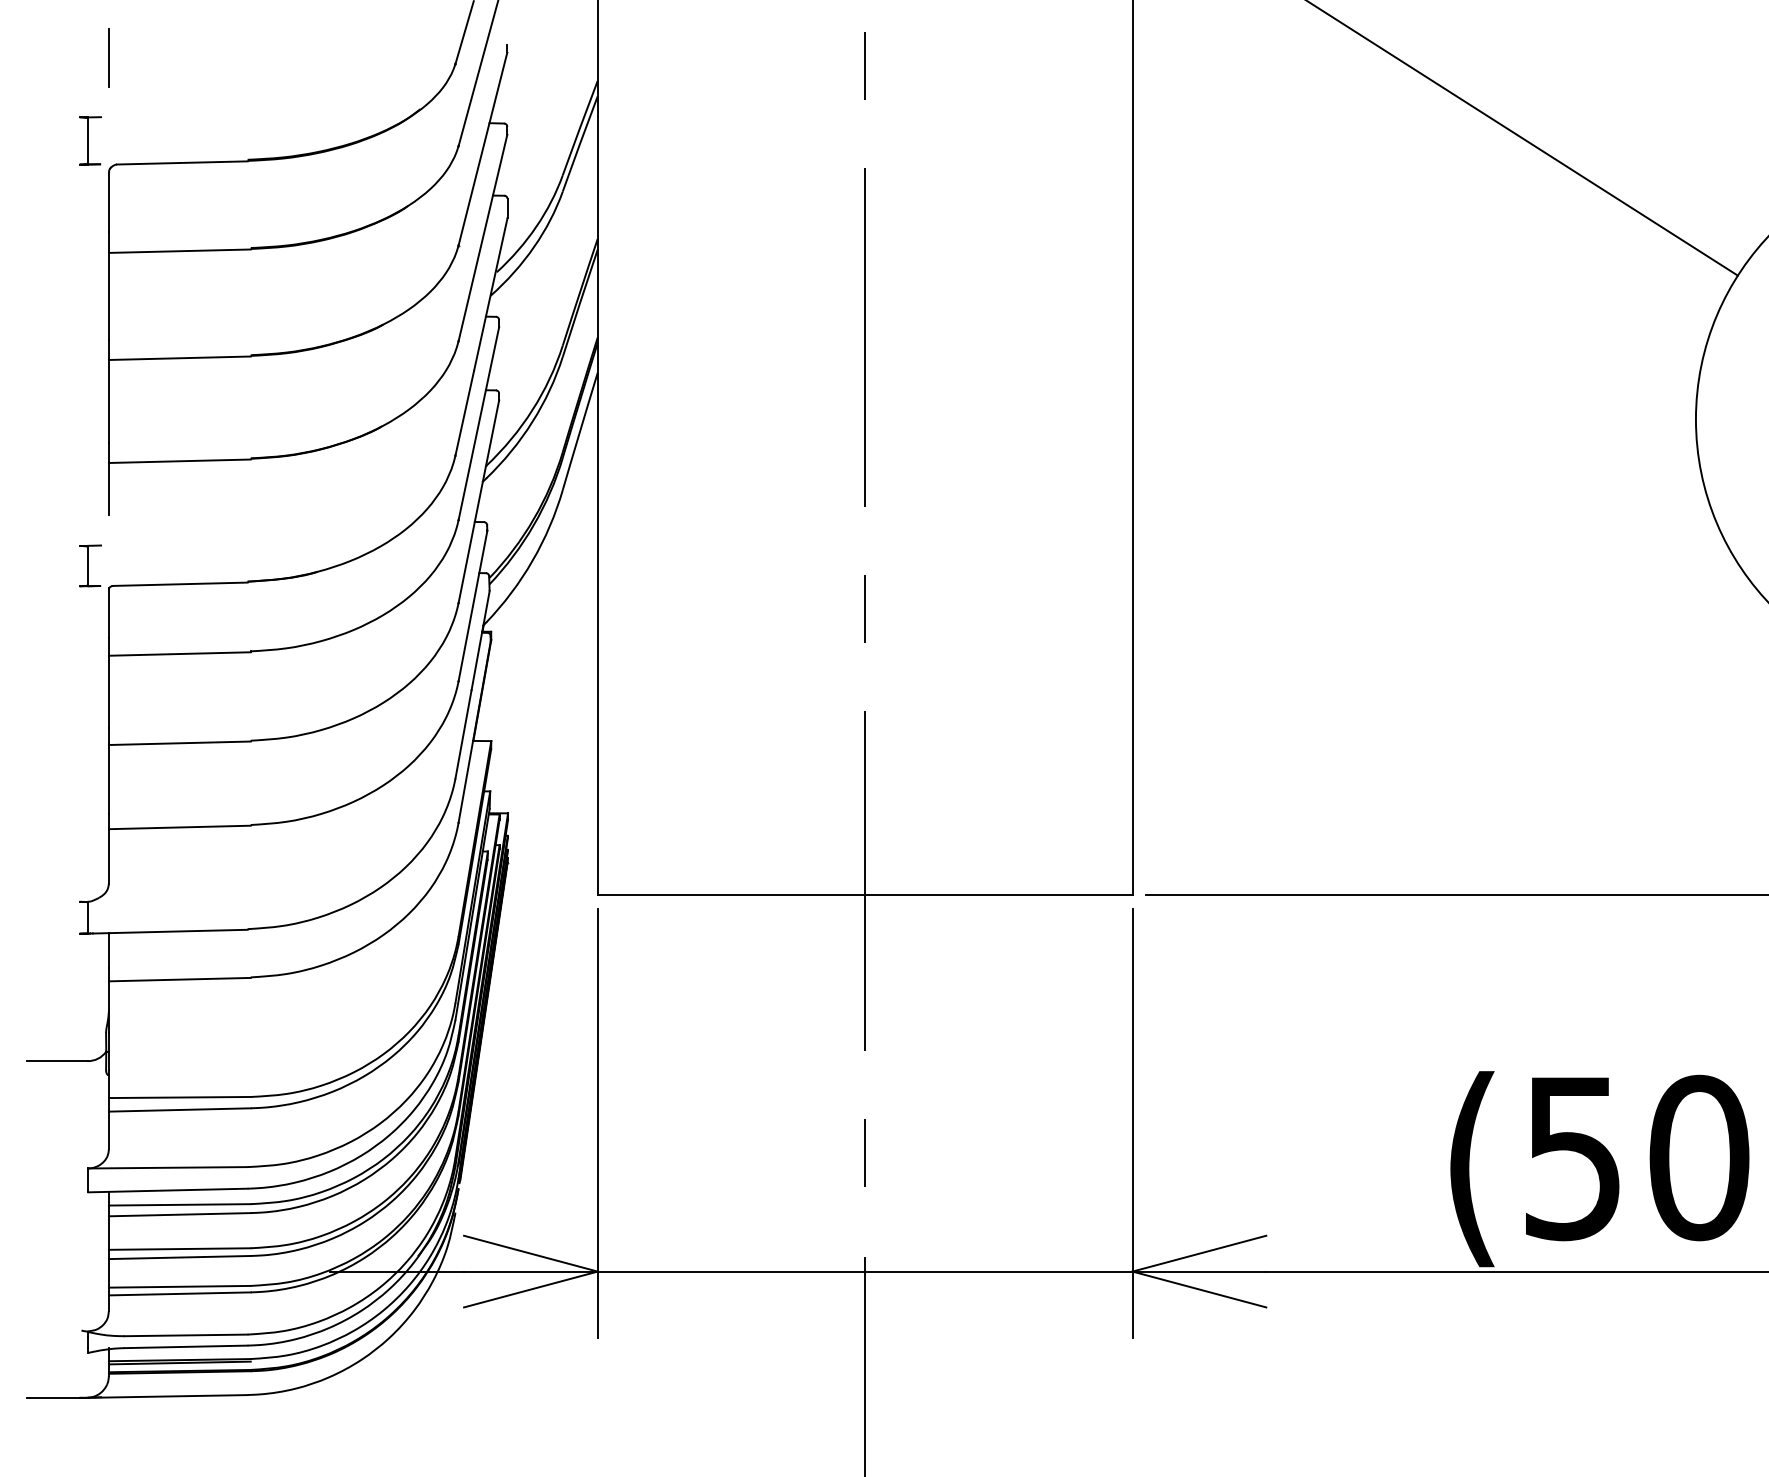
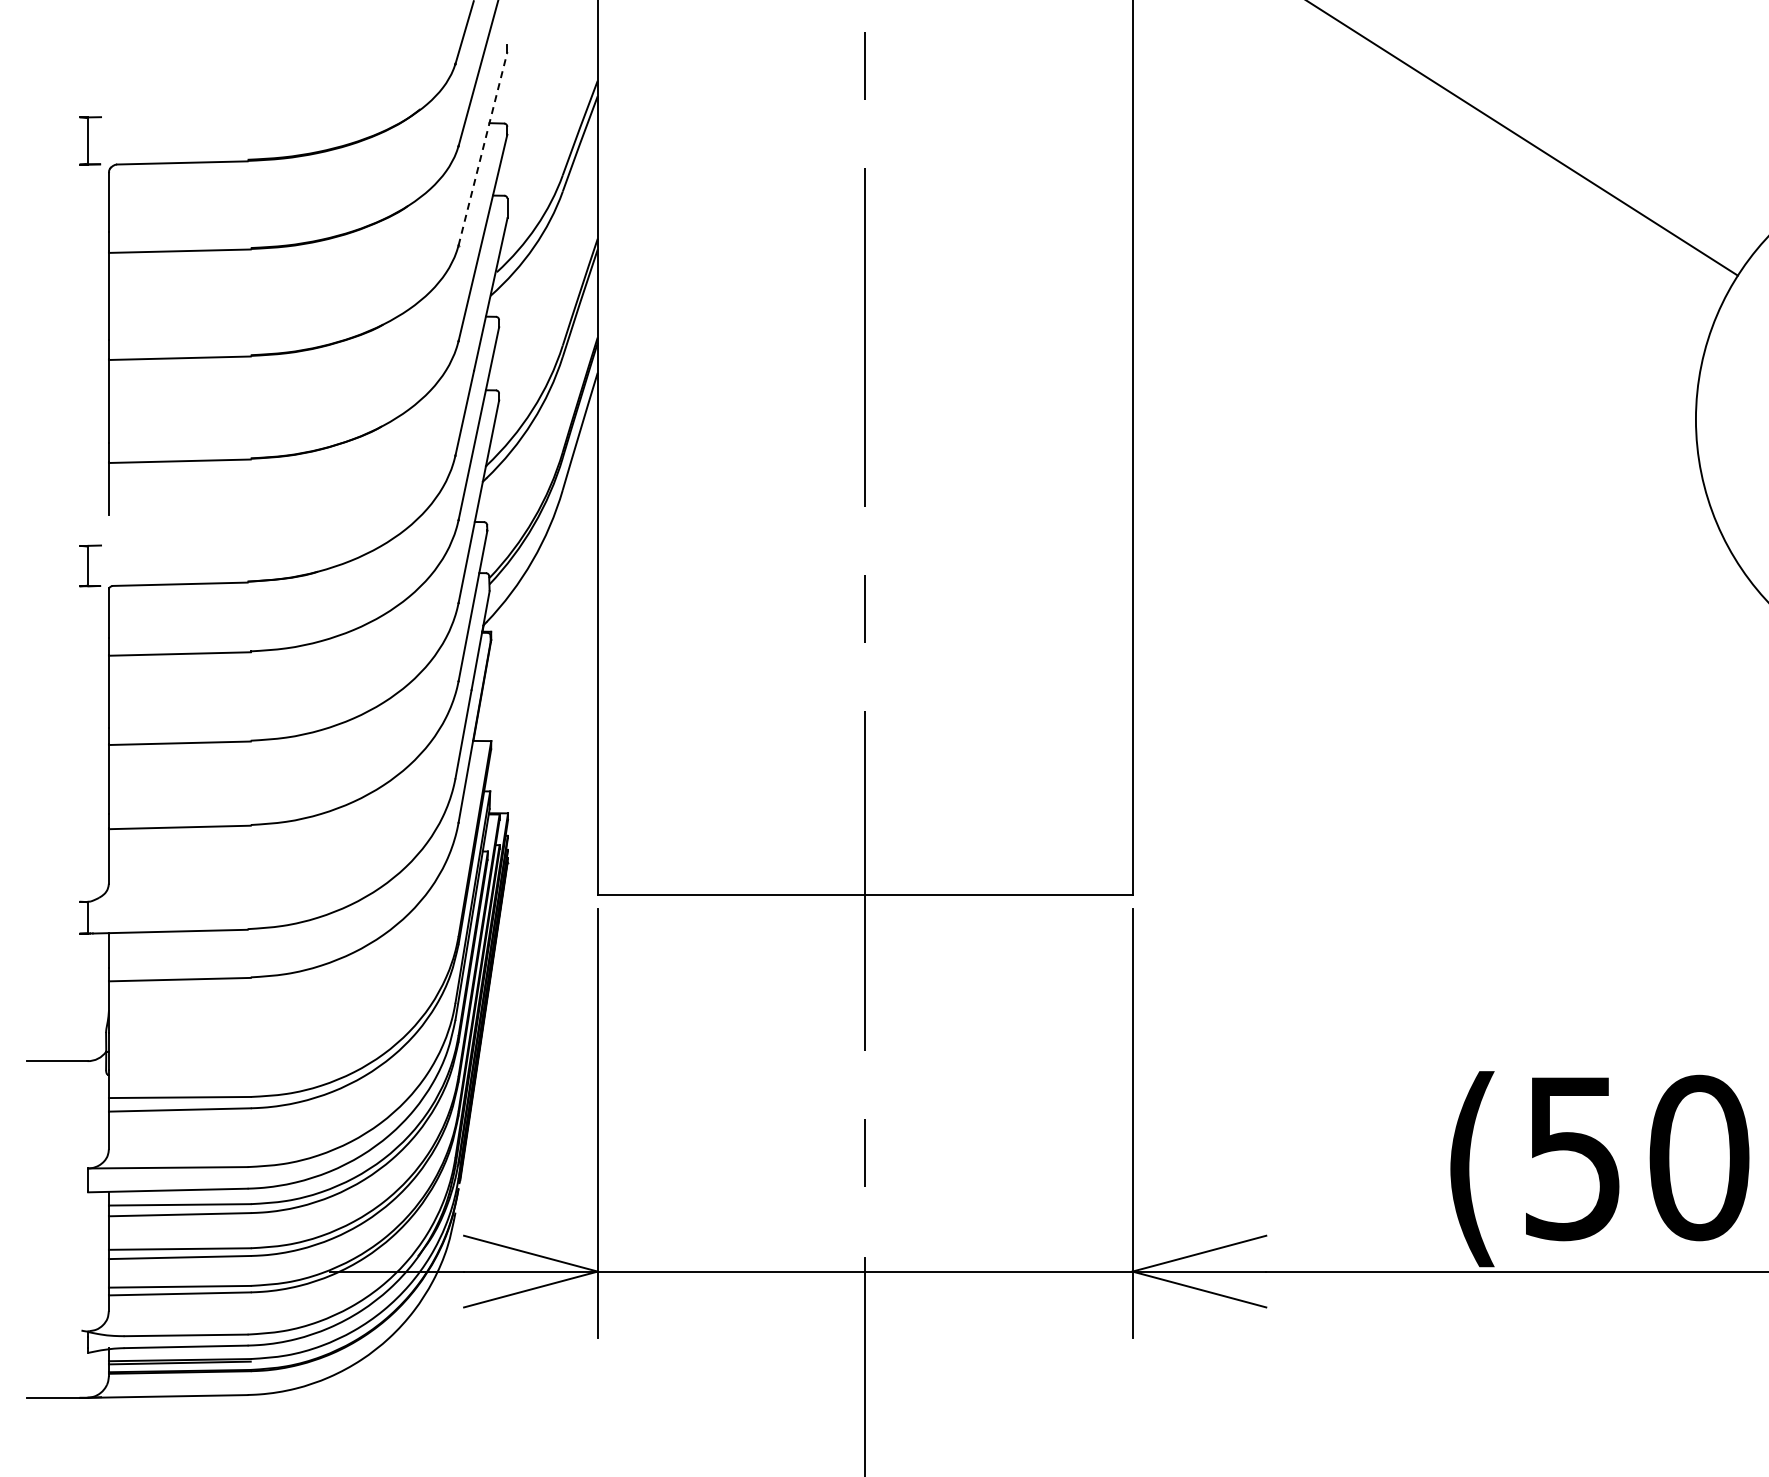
line at (108, 57): present -> none
line at (483, 148): solid -> dashed
line at (1455, 895): present -> none
